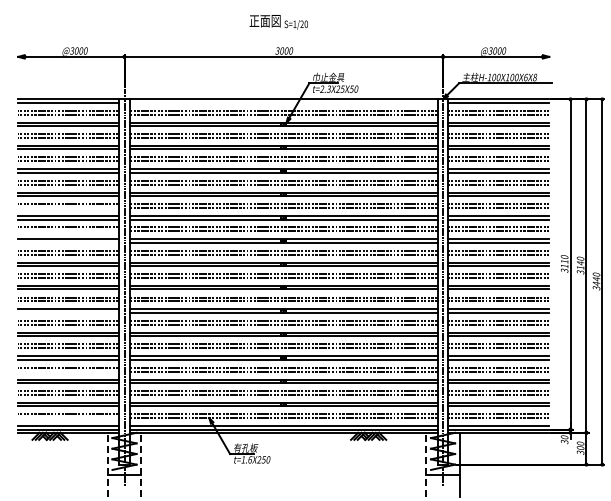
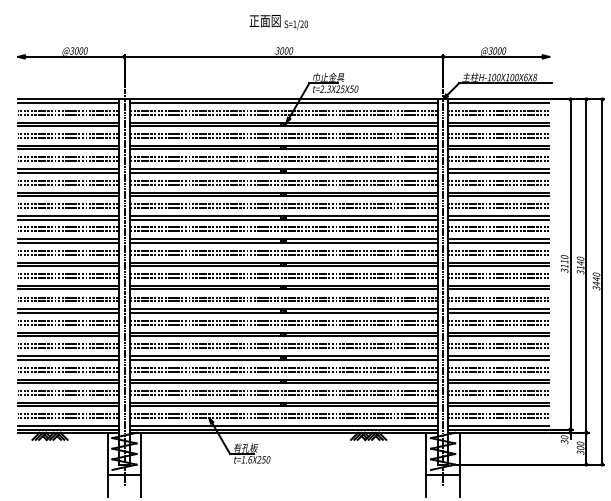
line at (283, 102): none -> present
line at (68, 208): none -> present
line at (68, 231): none -> present
line at (68, 242): none -> present
line at (68, 312): none -> present
line at (68, 371): none -> present
line at (68, 418): none -> present
line at (107, 464): dashed -> solid
line at (141, 464): dashed -> solid
line at (426, 464): dashed -> solid
